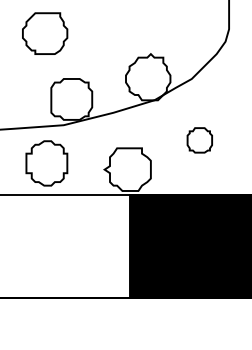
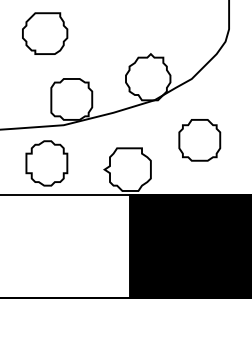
part at (199, 140) size: 27x27 px -> 44x43 px
